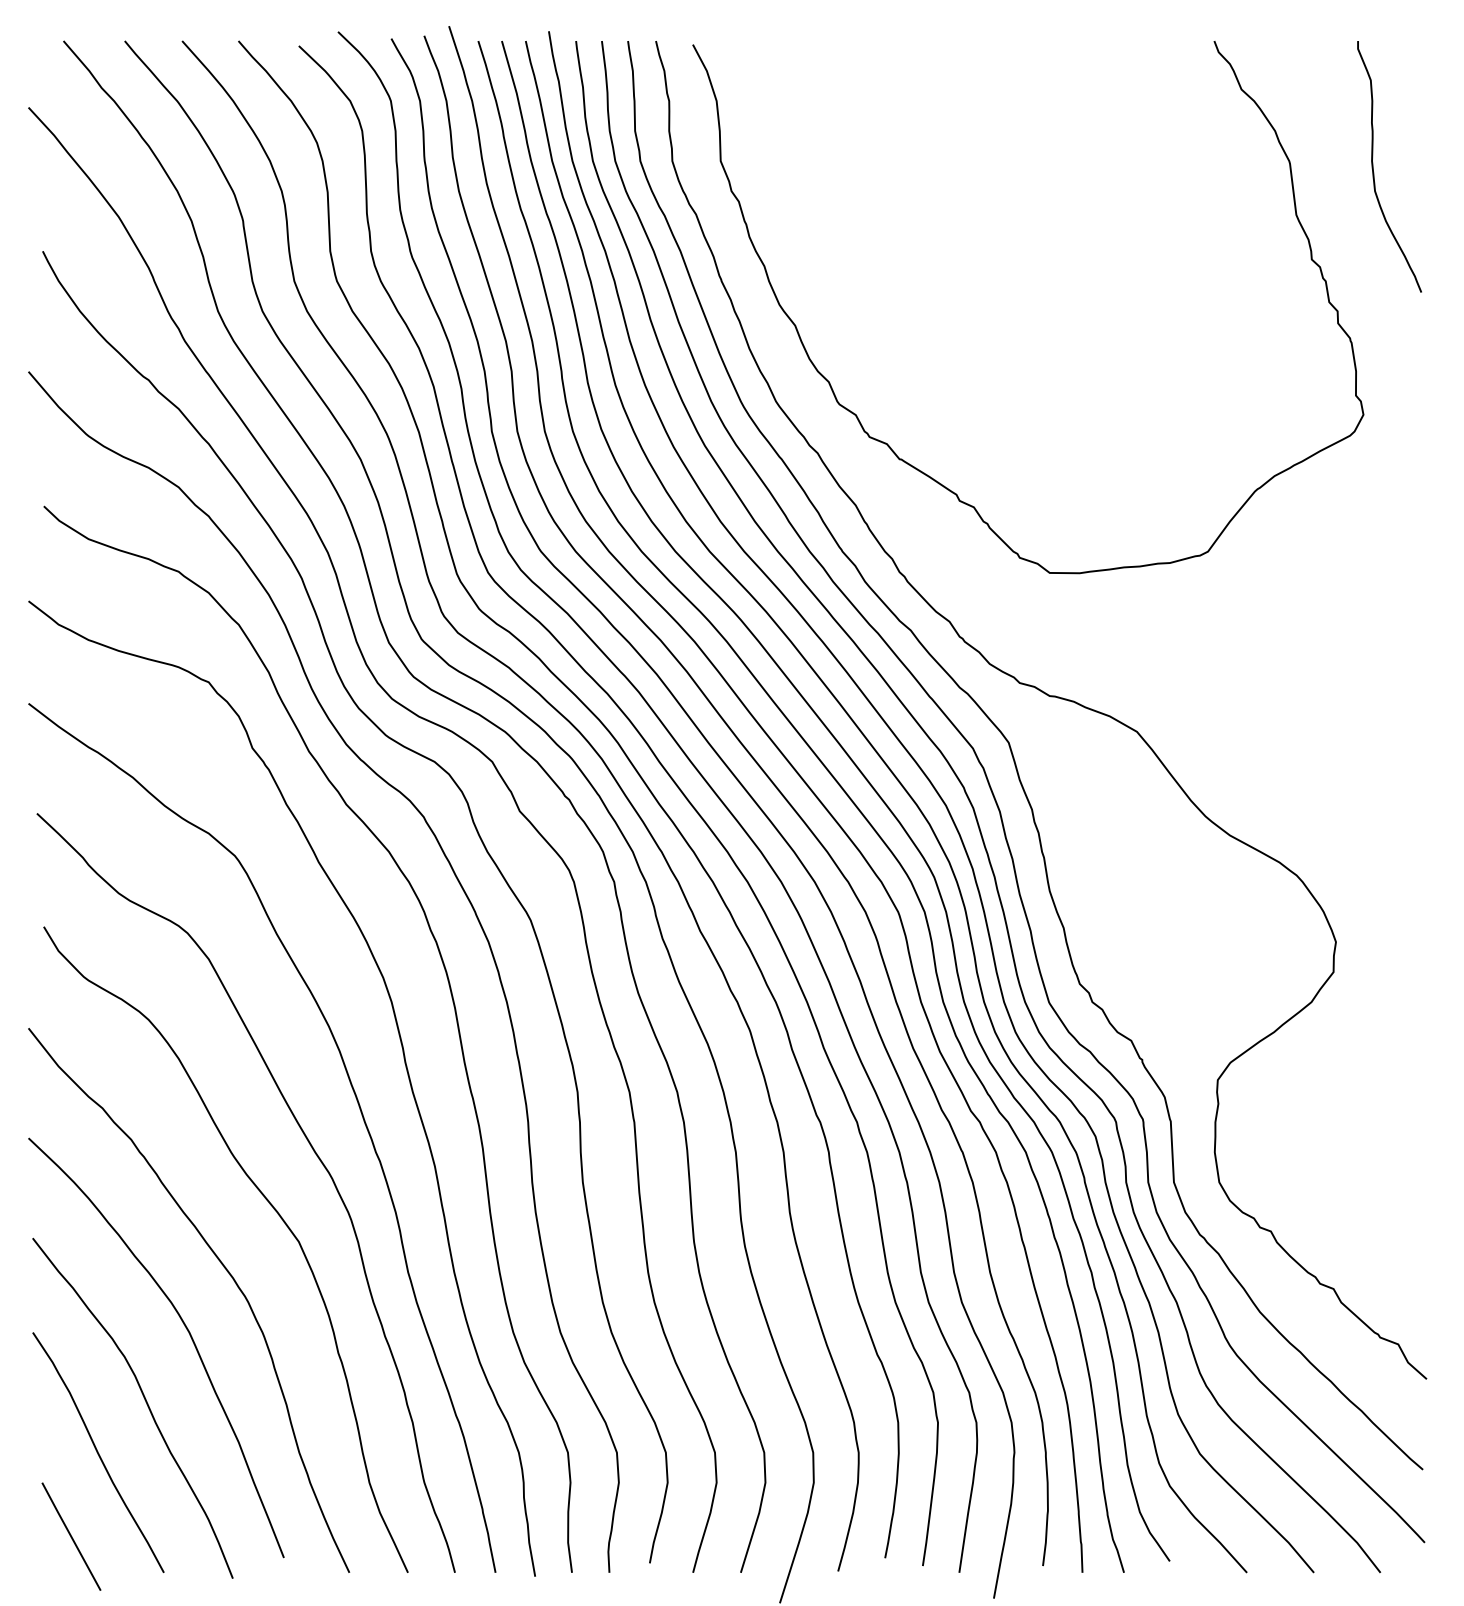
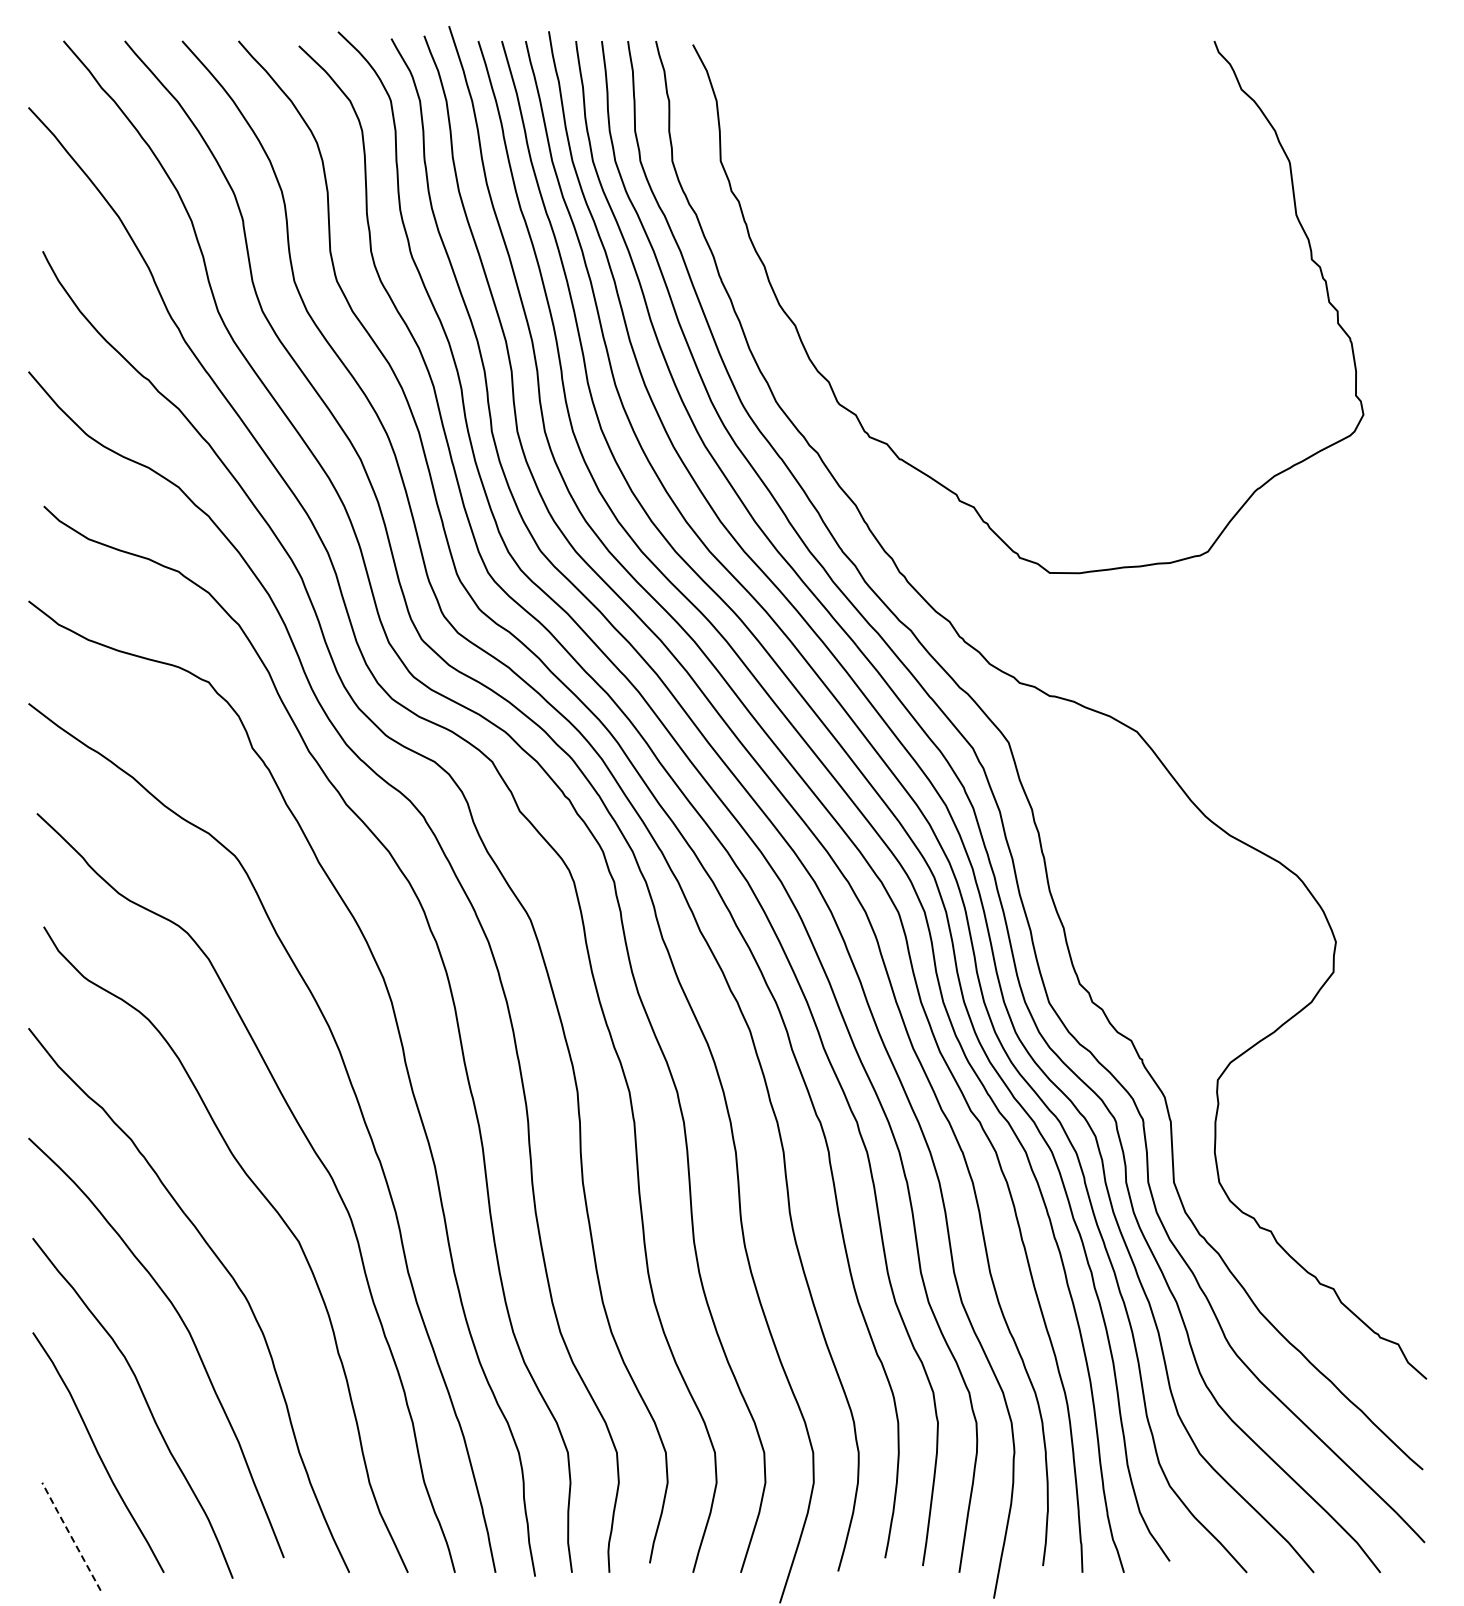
curve at (1373, 166): present -> none
line at (70, 1535): solid -> dashed
